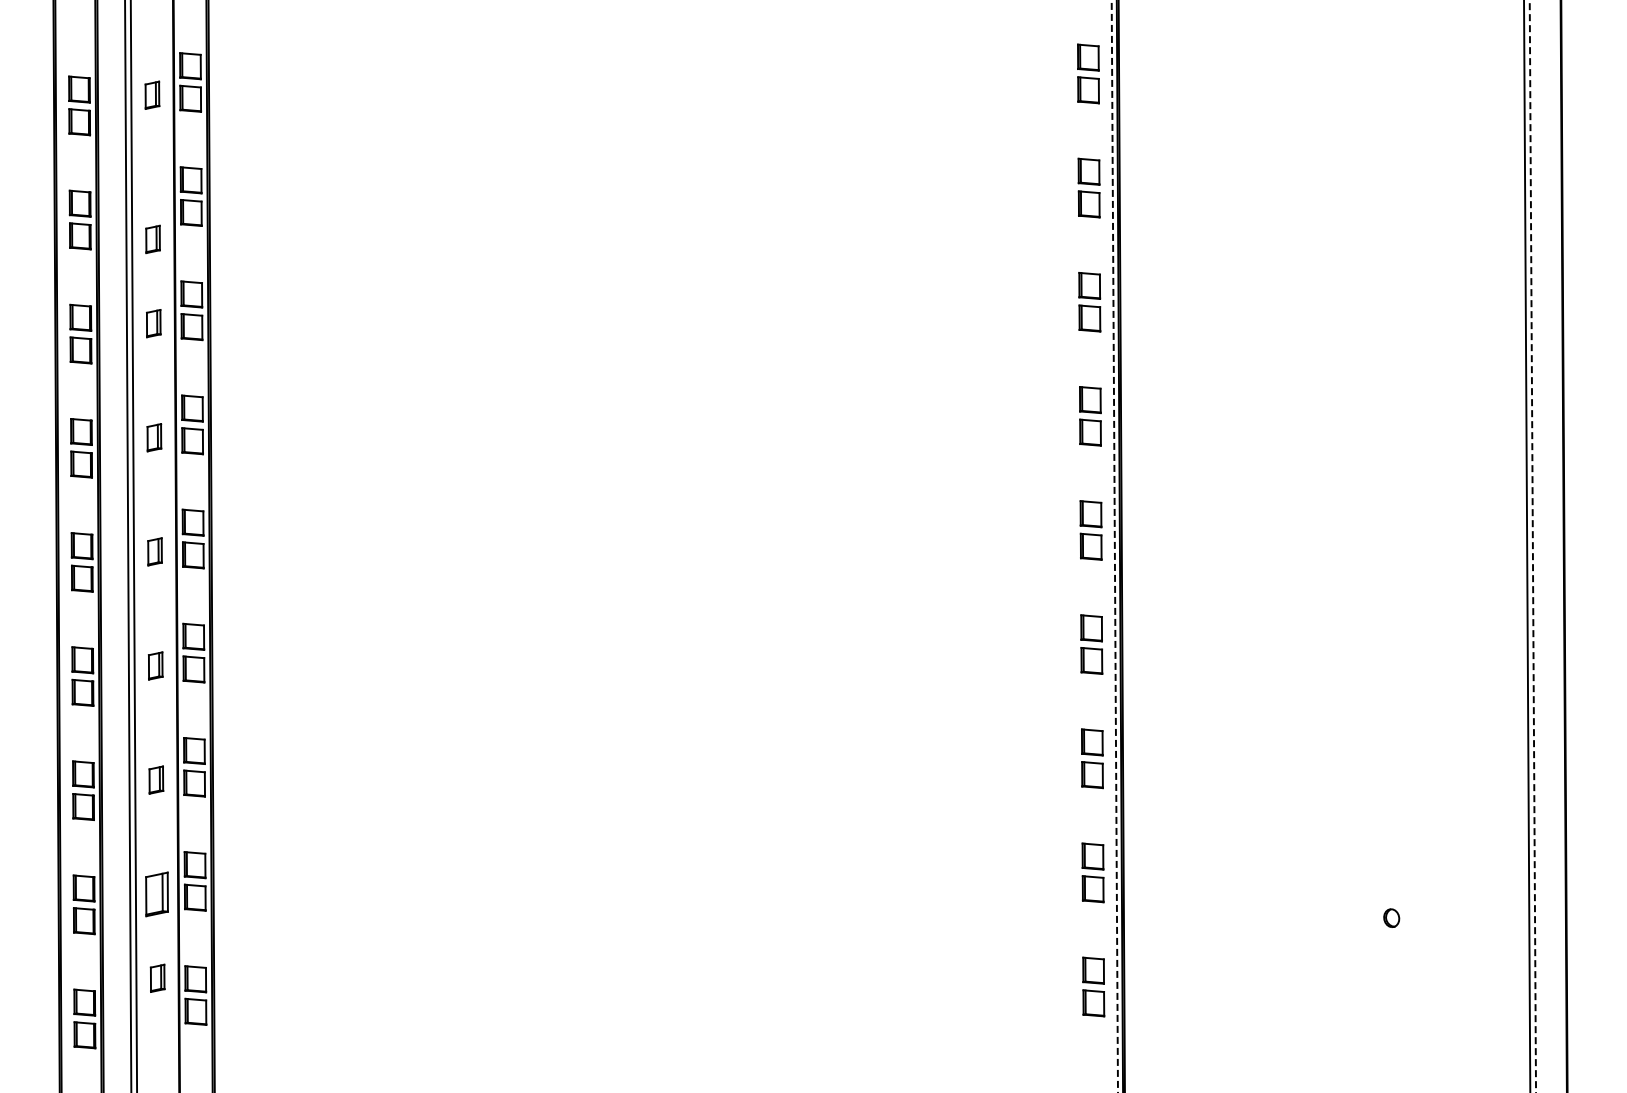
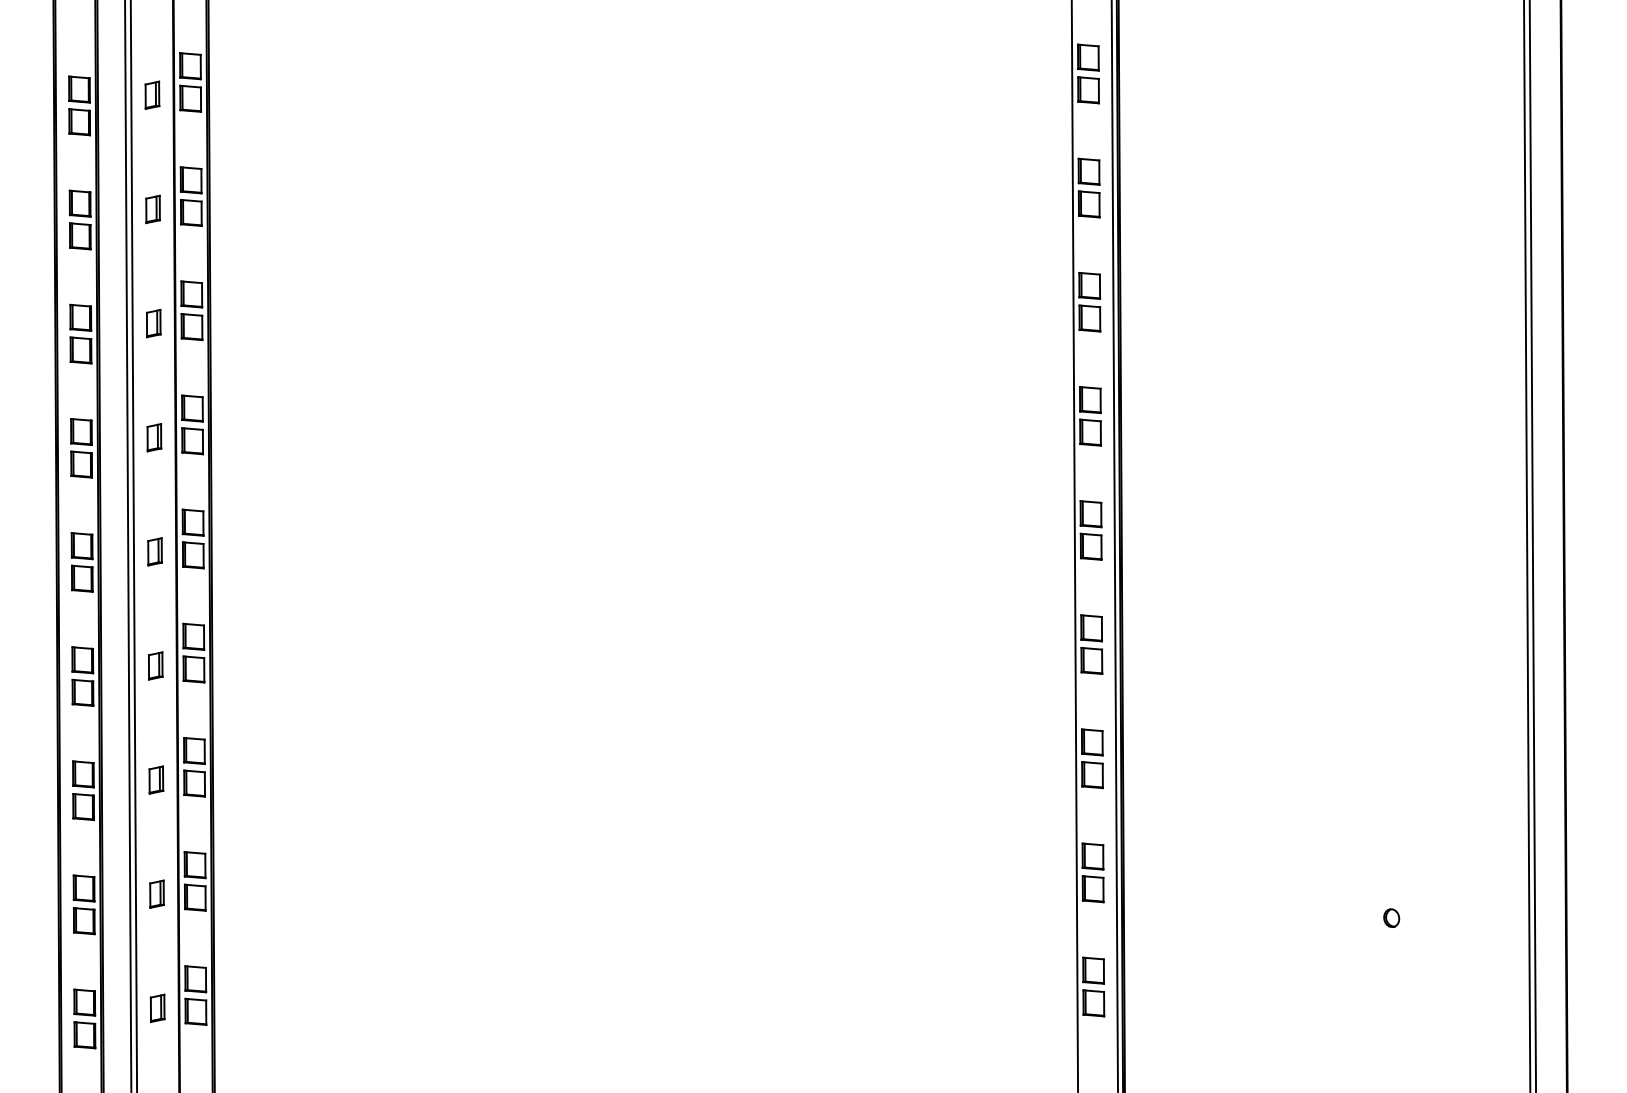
part at (152, 238) position: (152, 238) -> (152, 208)
line at (1074, 545): none -> present
line at (1114, 546): dashed -> solid
line at (1532, 546): dashed -> solid
part at (156, 894) size: 24x47 px -> 16x30 px
part at (157, 977) position: (157, 977) -> (157, 1007)
